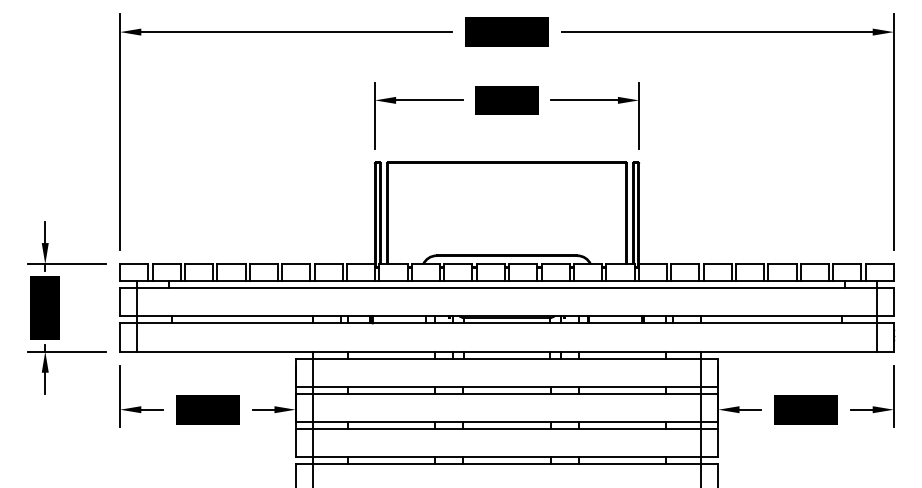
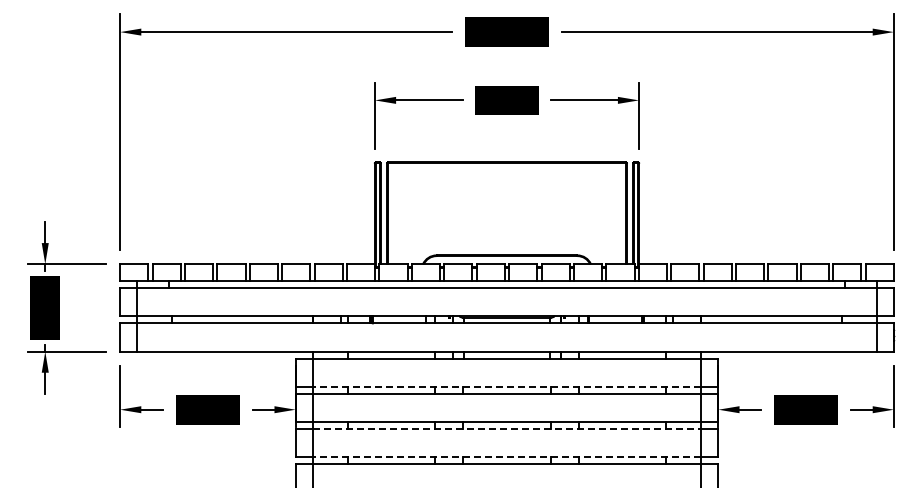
line at (506, 386): solid -> dashed
line at (507, 429): solid -> dashed
line at (506, 457): solid -> dashed
